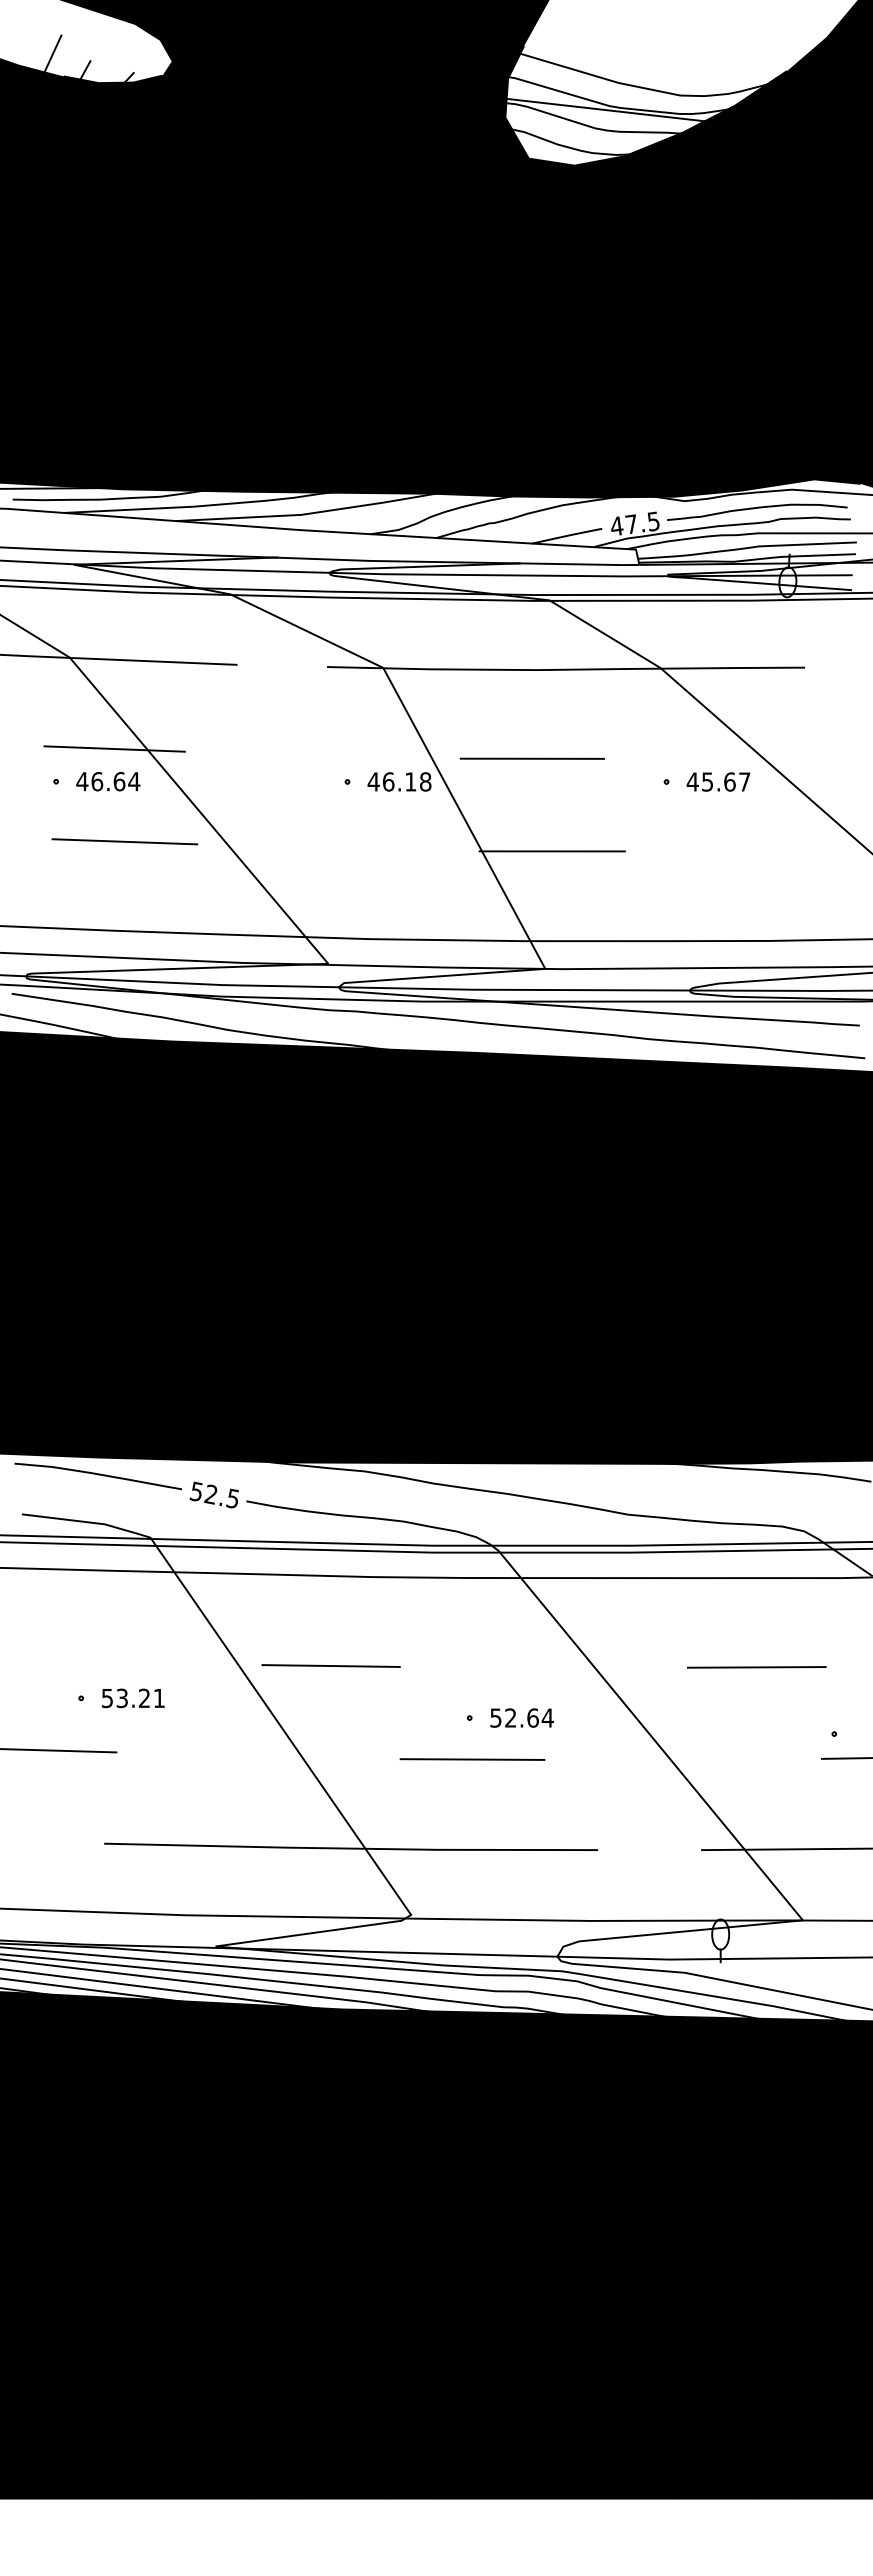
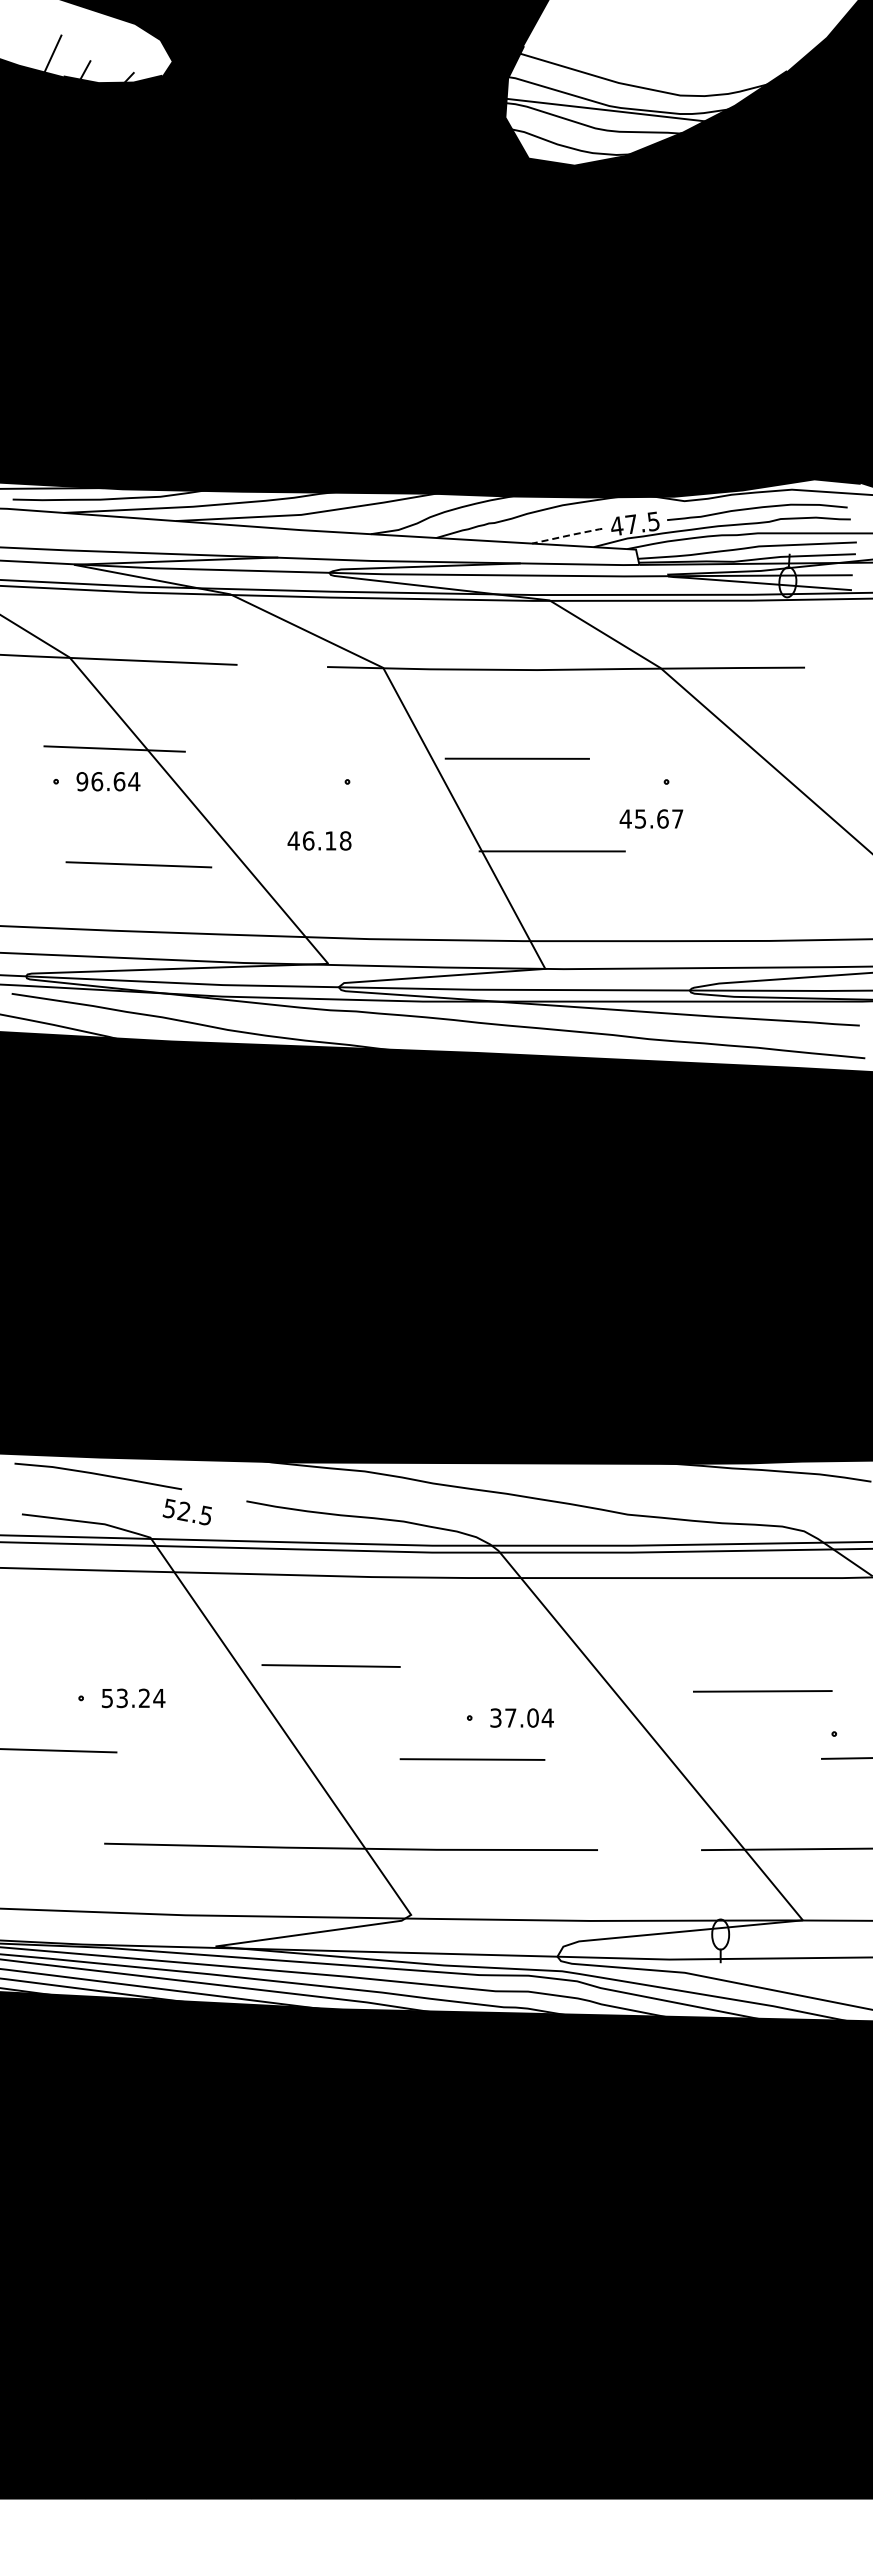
line at (568, 535): solid -> dashed
line at (531, 758) position: (531, 758) -> (516, 758)
text at (82, 781): 46.64 -> 96.64
text at (399, 781) position: (399, 781) -> (319, 840)
text at (718, 781) position: (718, 781) -> (651, 818)
line at (124, 841) position: (124, 841) -> (138, 864)
text at (213, 1494) position: (213, 1494) -> (186, 1511)
line at (756, 1667) position: (756, 1667) -> (762, 1691)
text at (159, 1698): 53.21 -> 53.24
text at (514, 1717): 52.64 -> 37.04
